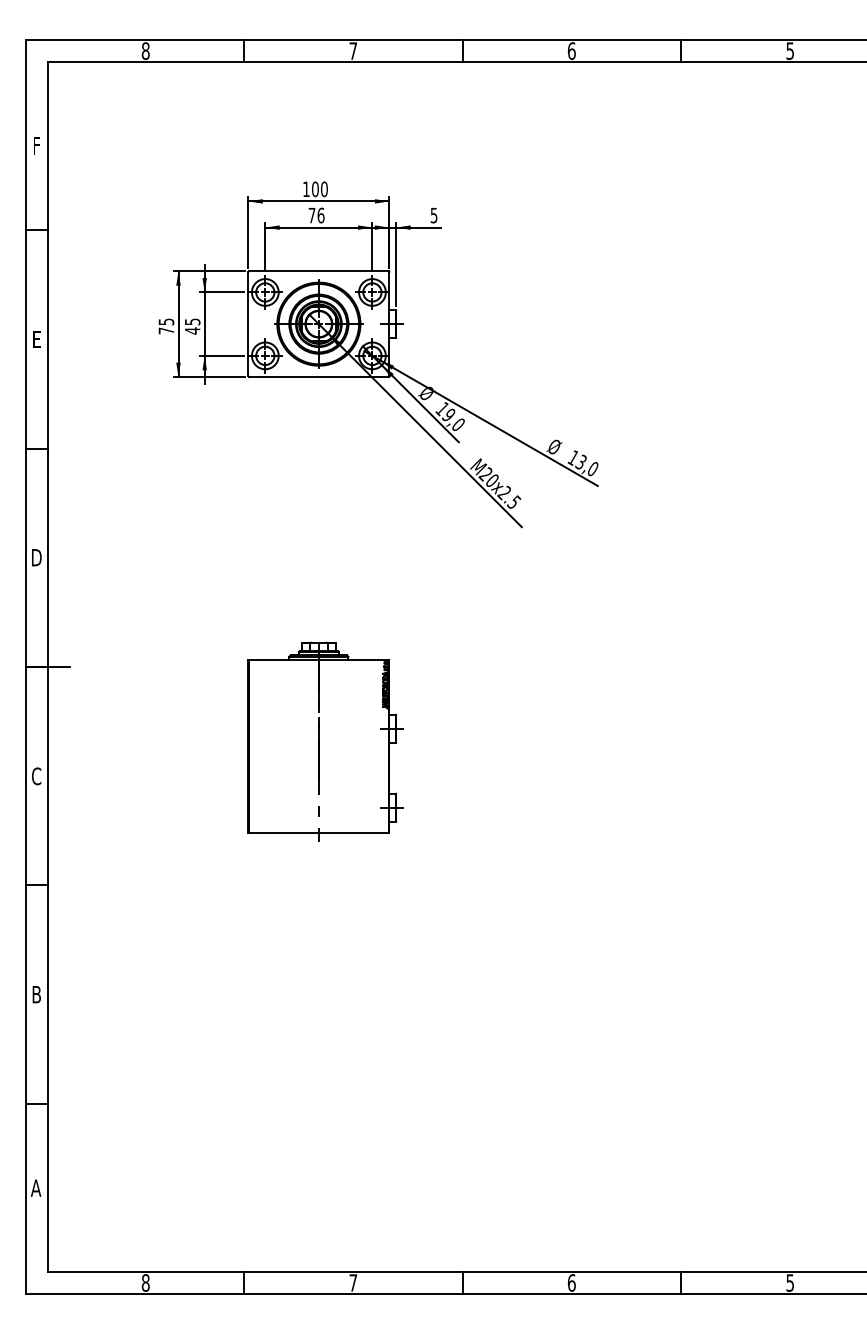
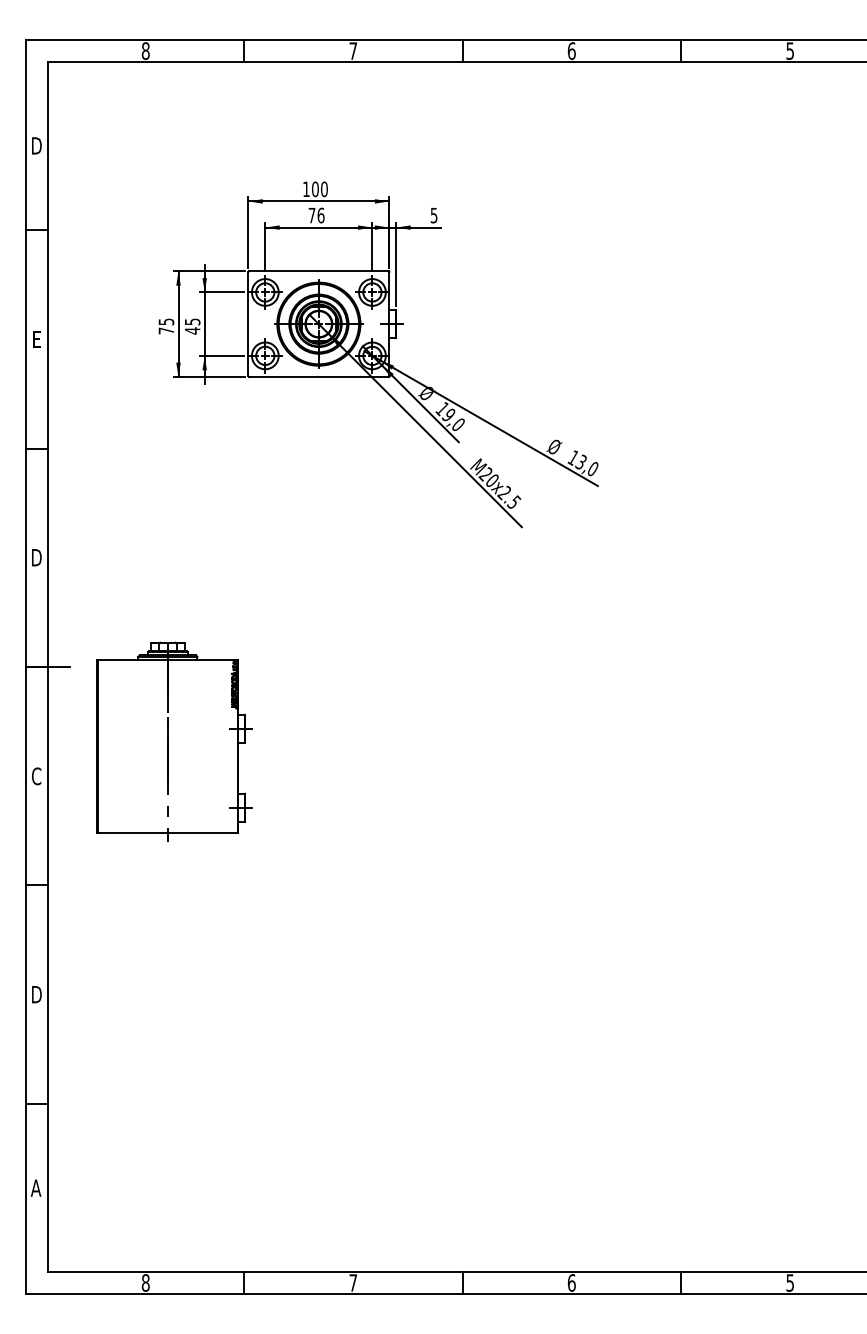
text at (36, 145): F -> D
part at (325, 741) position: (325, 741) -> (174, 741)
text at (36, 994): B -> D
